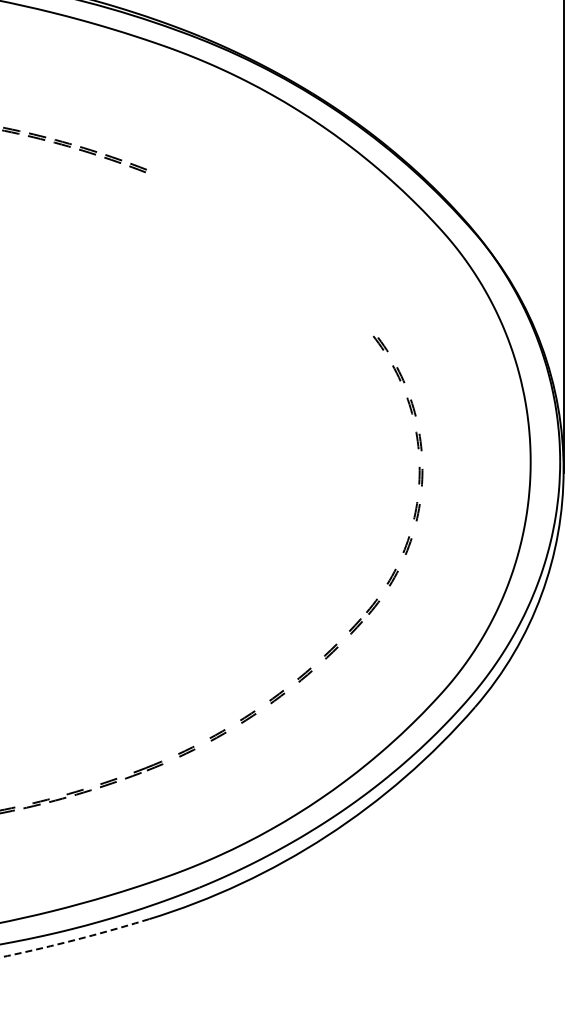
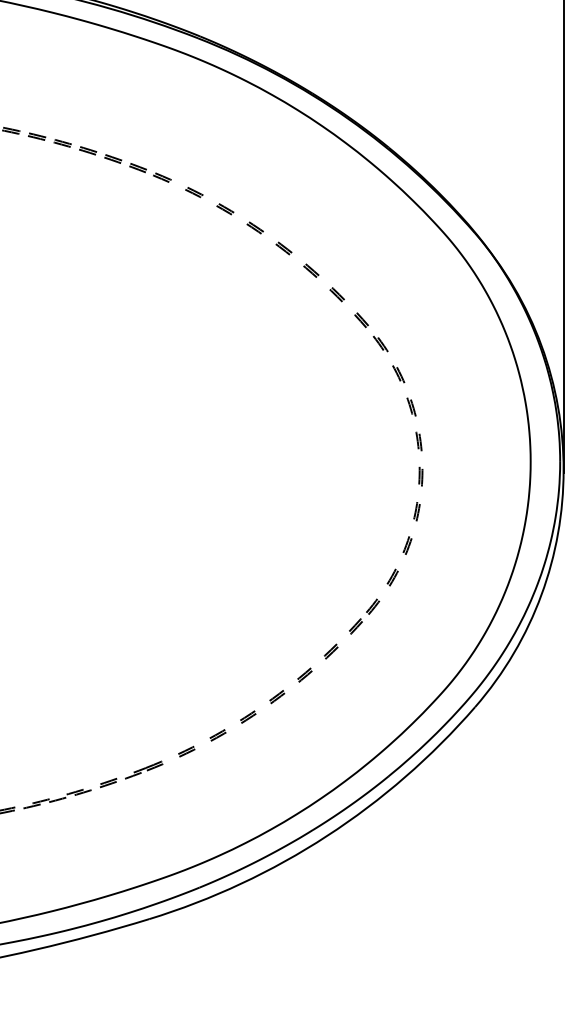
part at (260, 234): none -> present
arc at (74, 940): dashed -> solid
